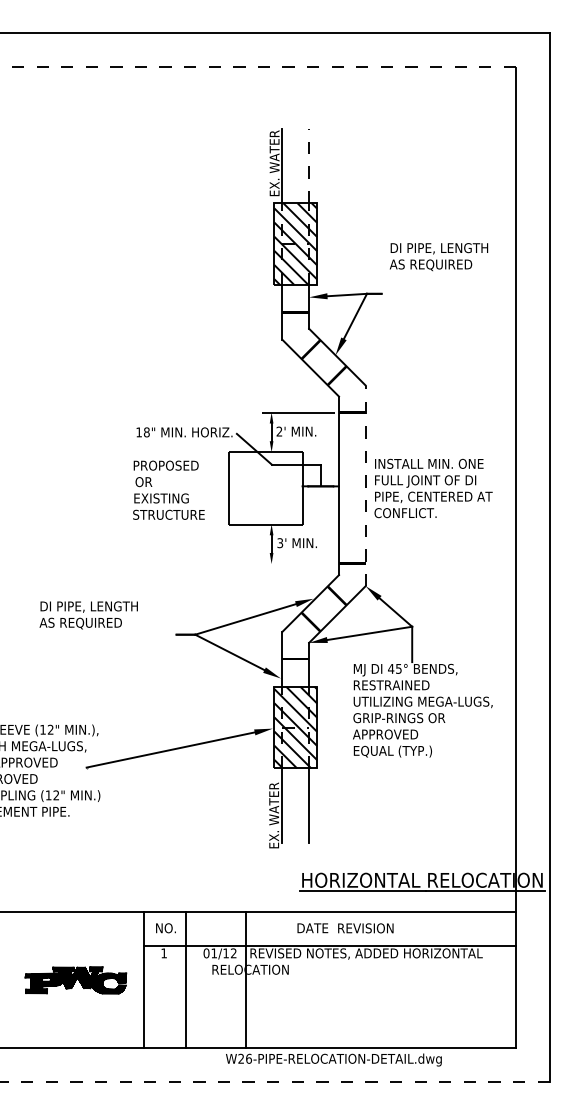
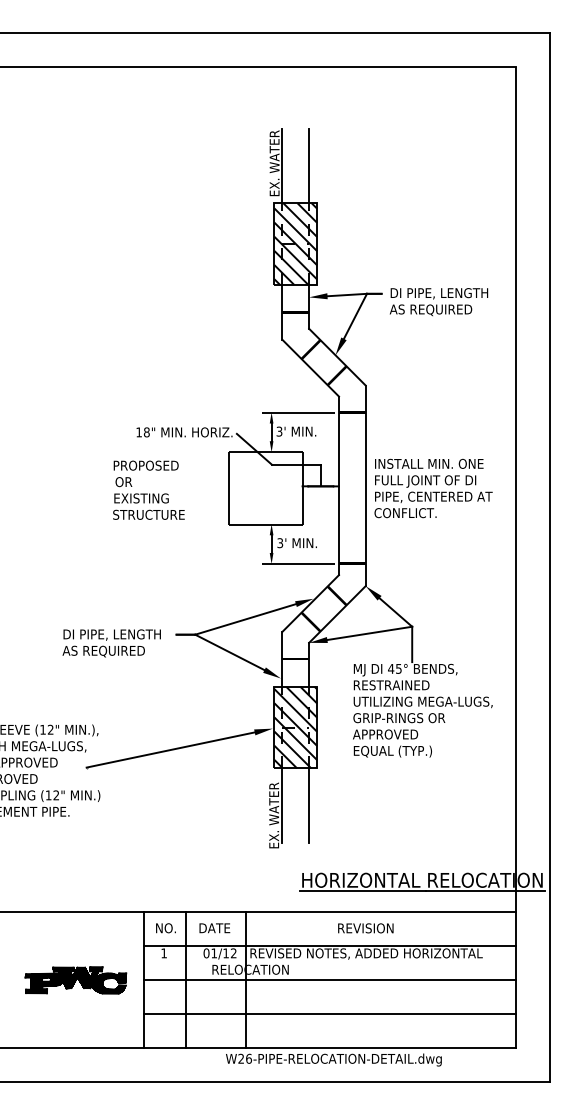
line at (258, 67): dashed -> solid
line at (309, 165): dashed -> solid
text at (438, 257) position: (438, 257) -> (438, 302)
text at (279, 431): 2' -> 3'
line at (365, 485): dashed -> solid
text at (168, 489) position: (168, 489) -> (148, 489)
line at (298, 563): none -> present
text at (88, 615) position: (88, 615) -> (111, 643)
text at (312, 928) position: (312, 928) -> (214, 928)
line at (329, 980): none -> present
line at (329, 1013): none -> present
line at (274, 1081): dashed -> solid
